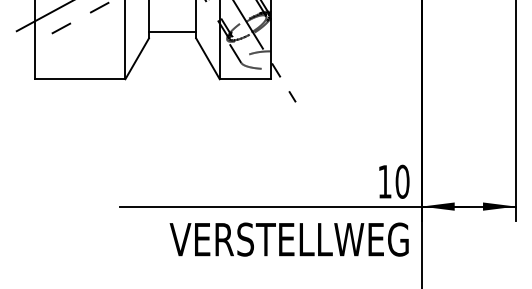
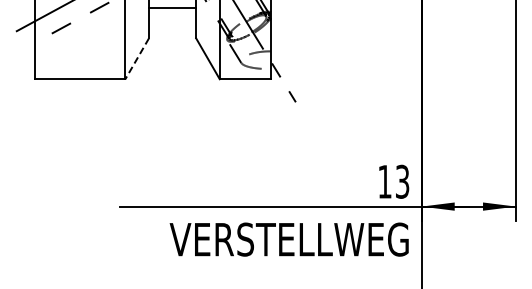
line at (172, 32) position: (172, 32) -> (172, 8)
line at (137, 58): solid -> dashed
text at (402, 181): 10 -> 13
